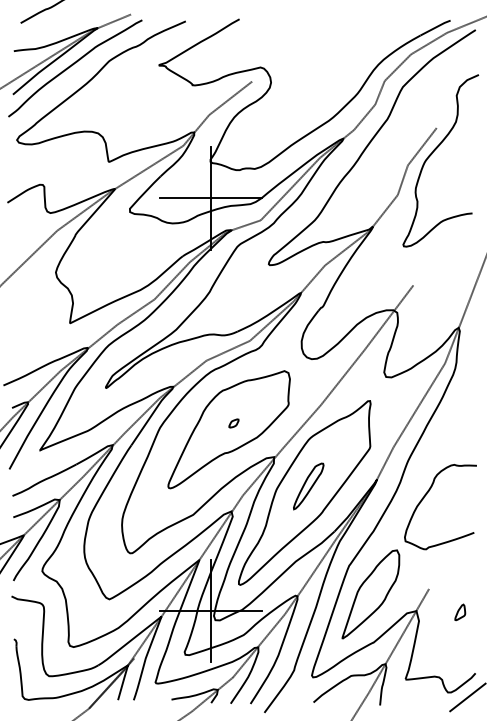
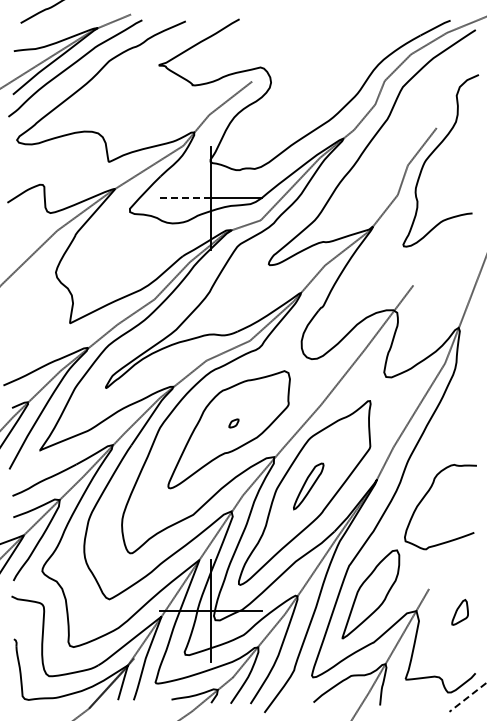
line at (185, 198): solid -> dashed
part at (460, 612) size: 13x19 px -> 18x27 px
line at (467, 697): solid -> dashed
